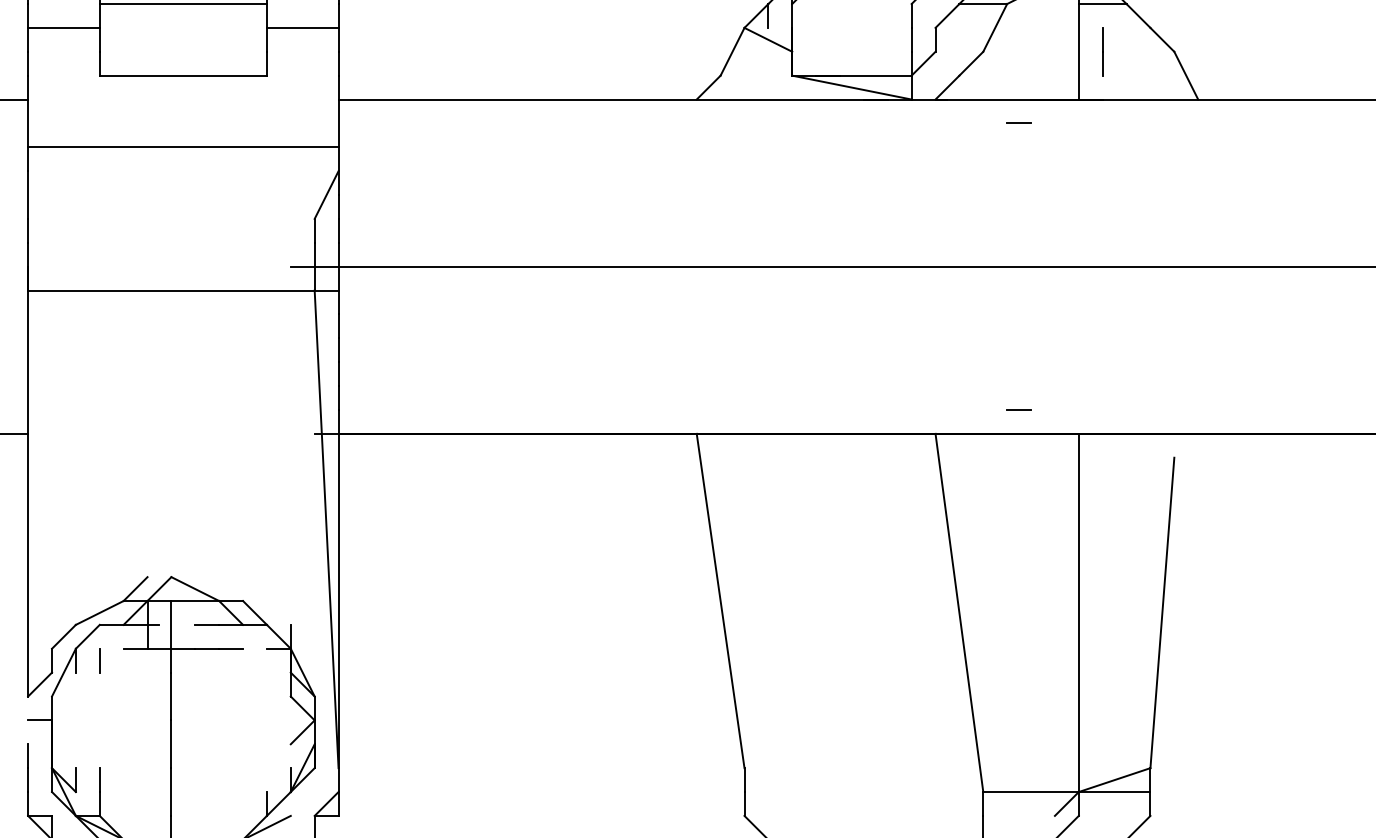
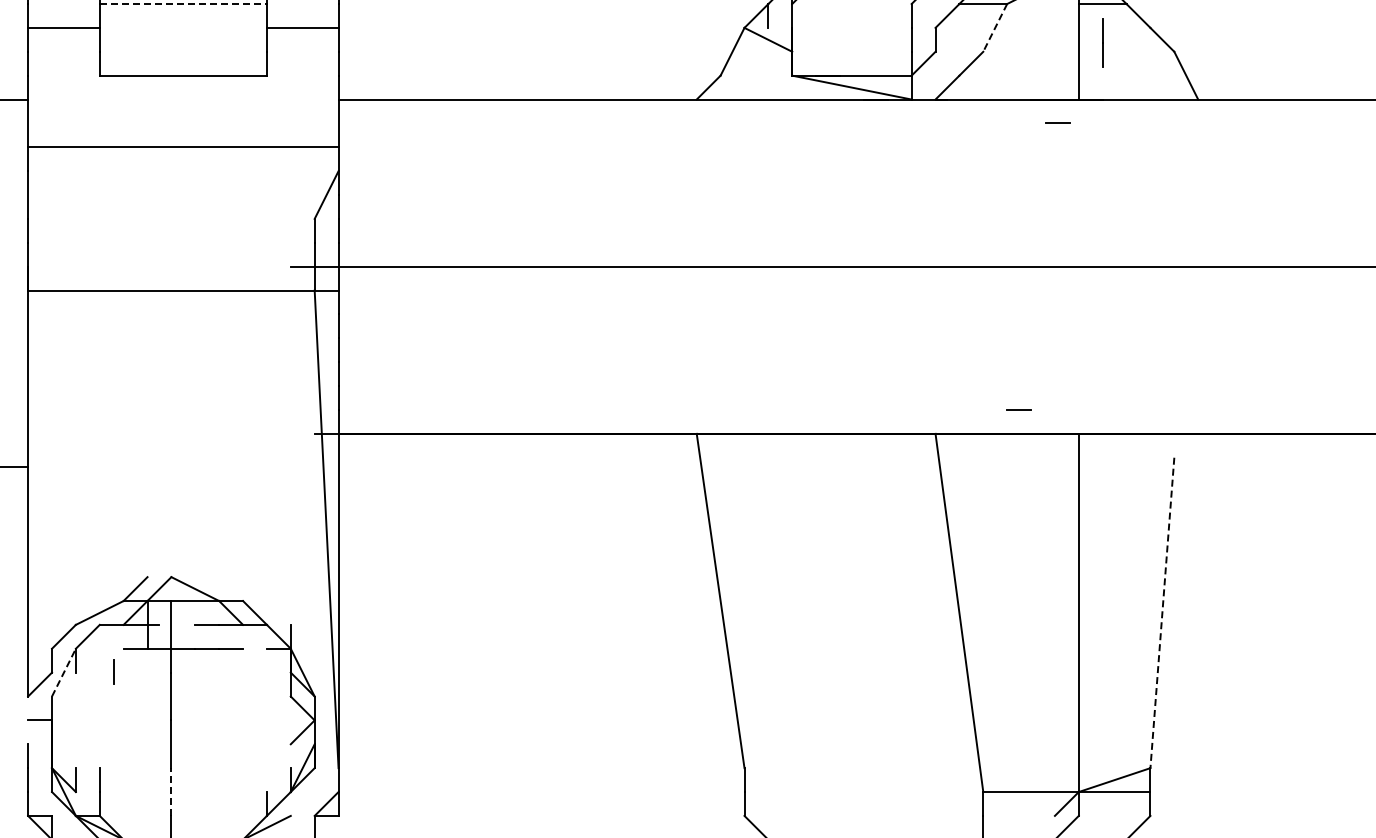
line at (183, 4): solid -> dashed
line at (995, 27): solid -> dashed
line at (1102, 51) position: (1102, 51) -> (1102, 42)
line at (1018, 122) position: (1018, 122) -> (1057, 122)
line at (15, 433) position: (15, 433) -> (15, 466)
line at (1162, 612): solid -> dashed
line at (99, 660) position: (99, 660) -> (113, 671)
line at (63, 672): solid -> dashed
line at (171, 792): solid -> dashed
